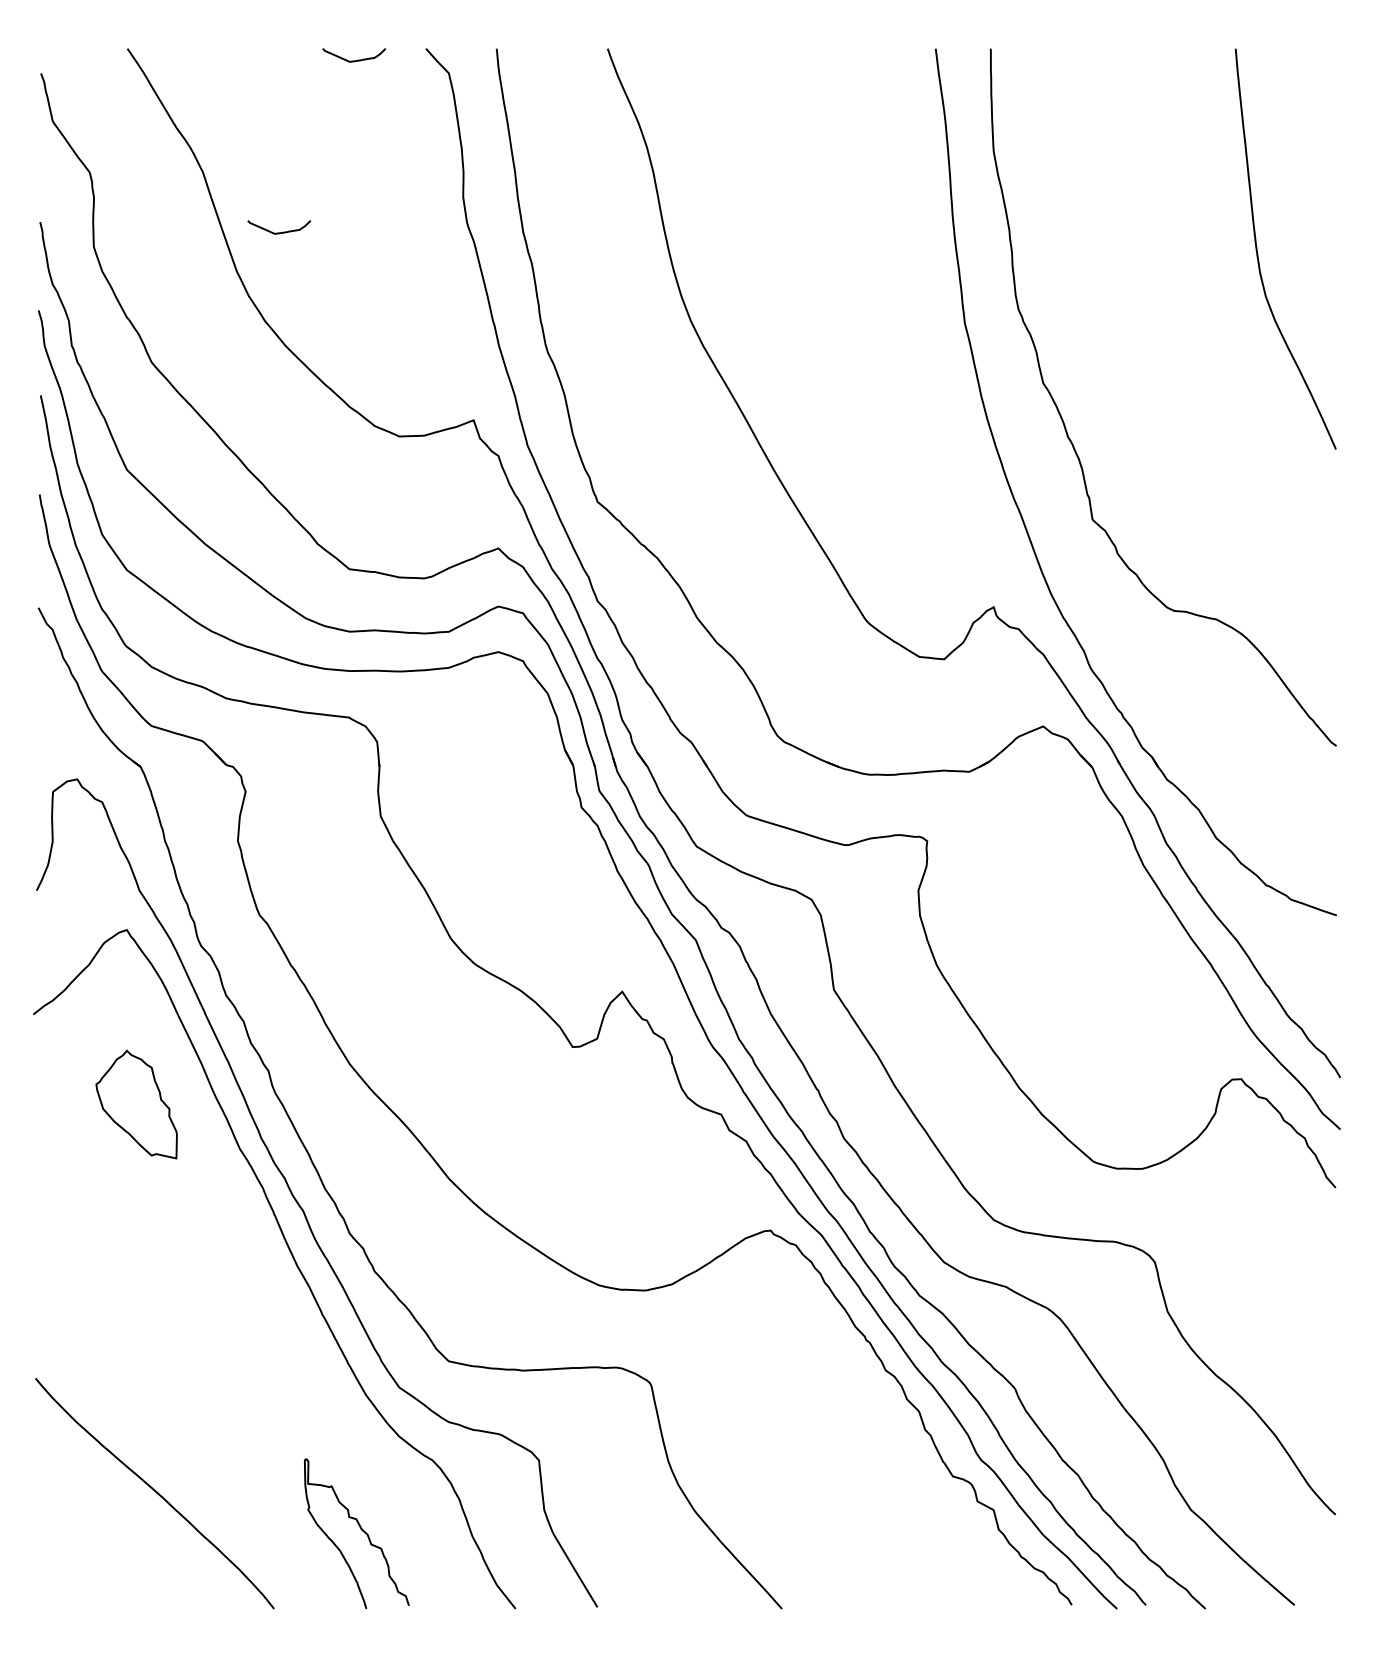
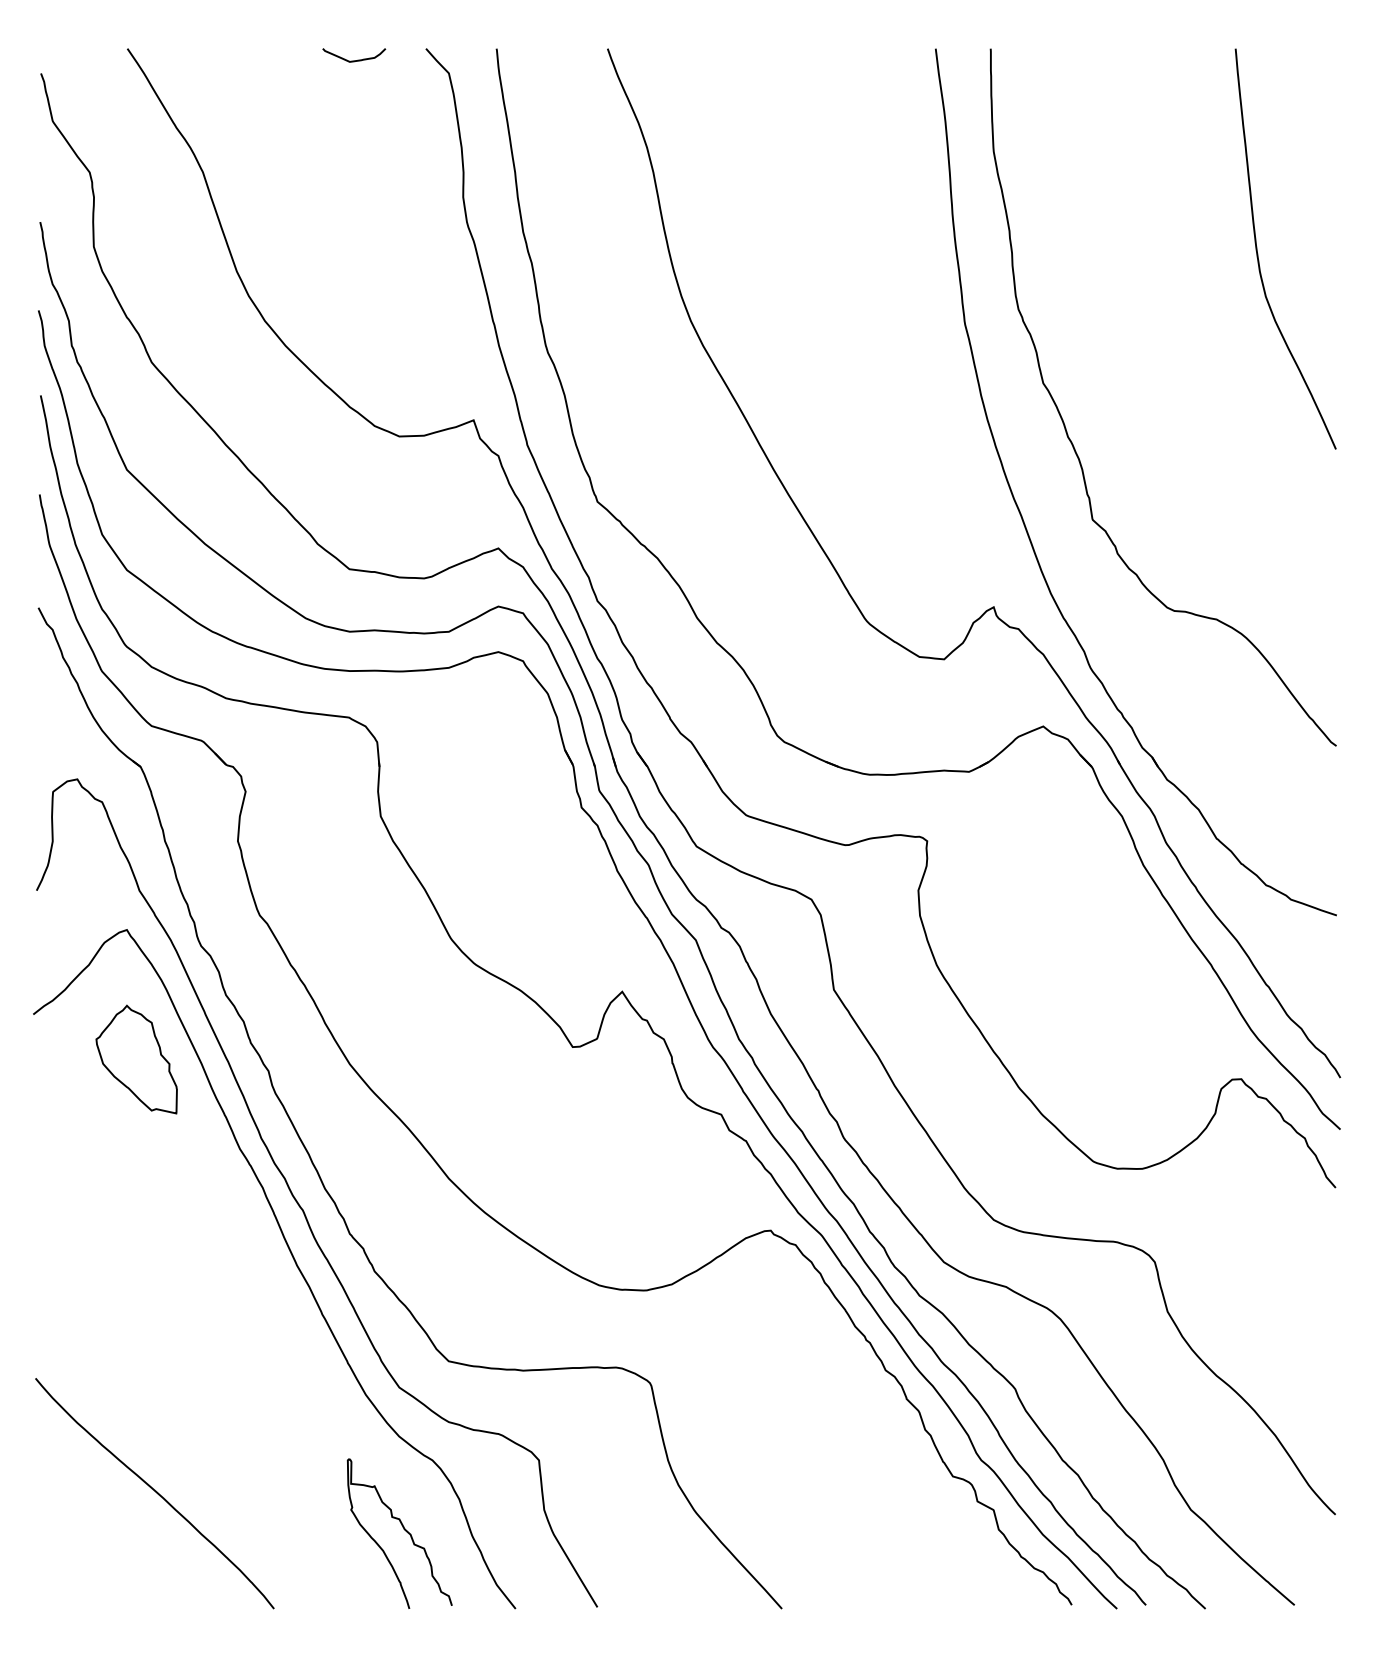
curve at (282, 231): present -> none
part at (136, 1104) position: (136, 1104) -> (136, 1059)
curve at (360, 1529) position: (360, 1529) -> (403, 1529)
